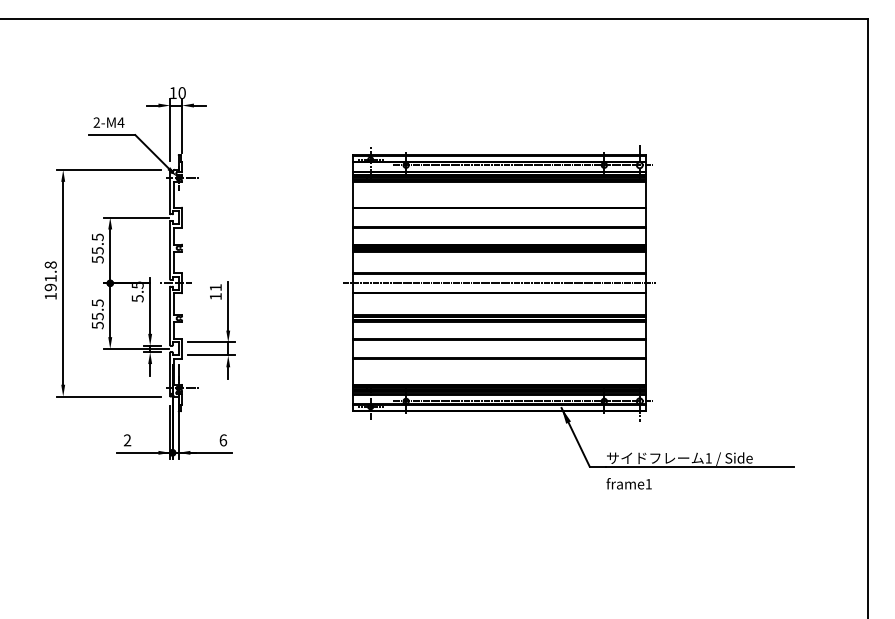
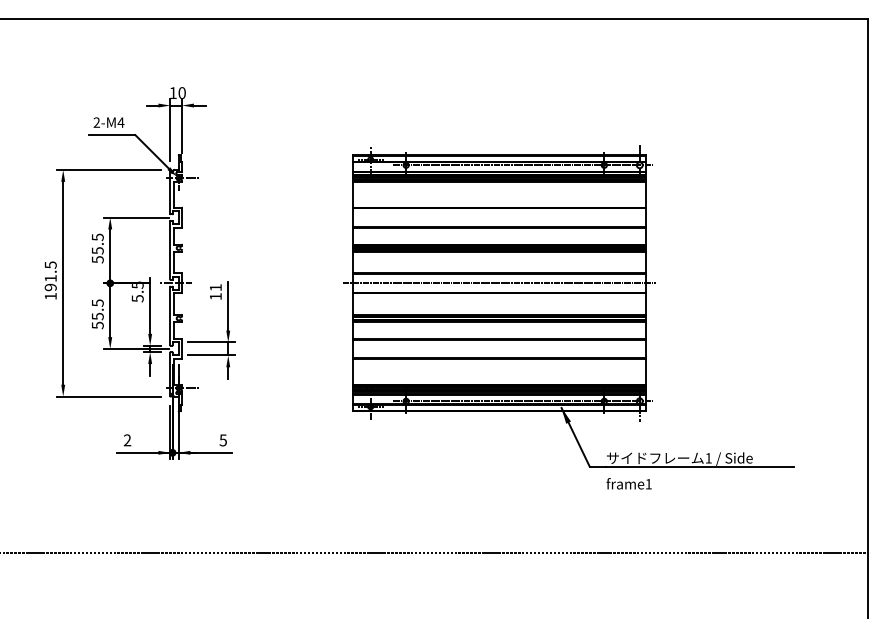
text at (50, 264): 191.8 -> 191.5
text at (223, 440): 6 -> 5
line at (435, 552): none -> present
